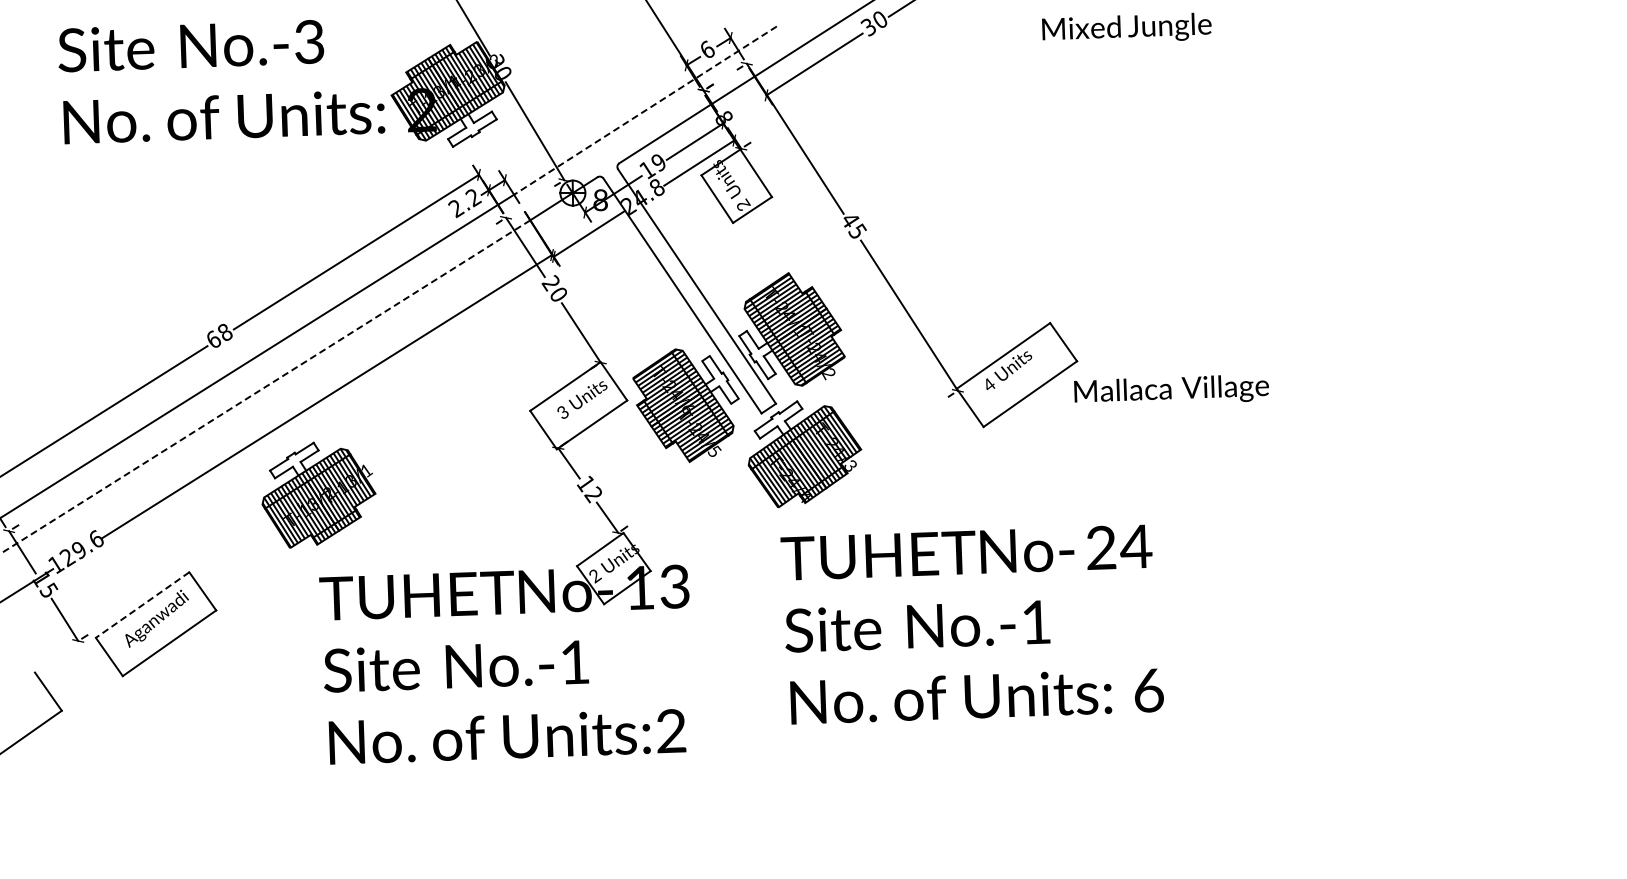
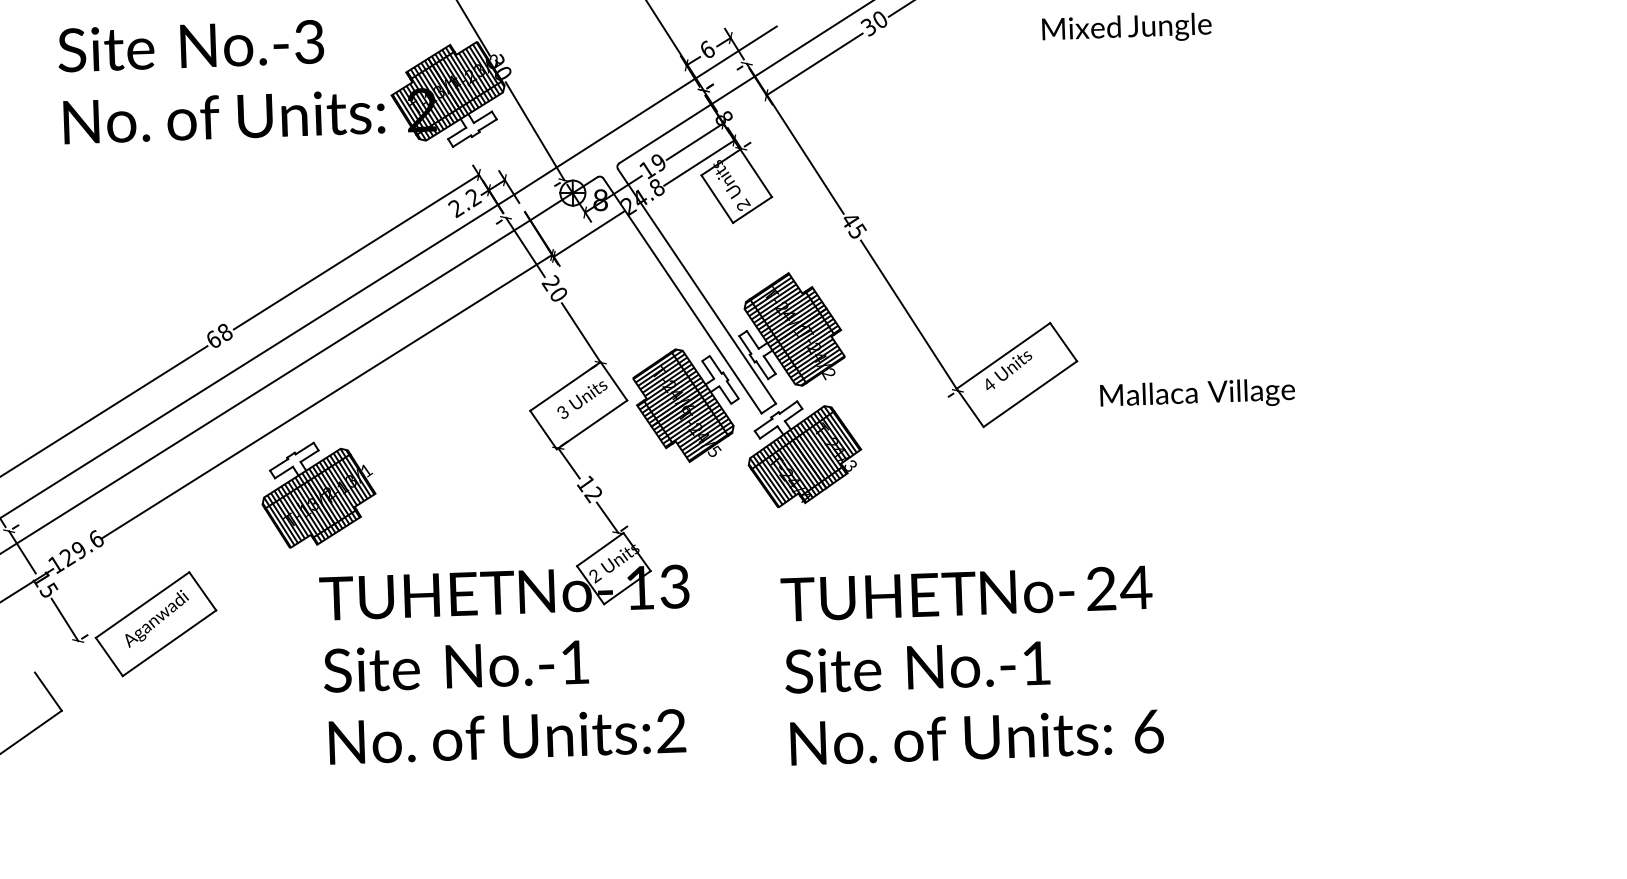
line at (645, 110): dashed -> solid
line at (265, 386): dashed -> solid
text at (1171, 388) position: (1171, 388) -> (1197, 392)
line at (142, 605): dashed -> solid
text at (971, 624) position: (971, 624) -> (971, 665)
